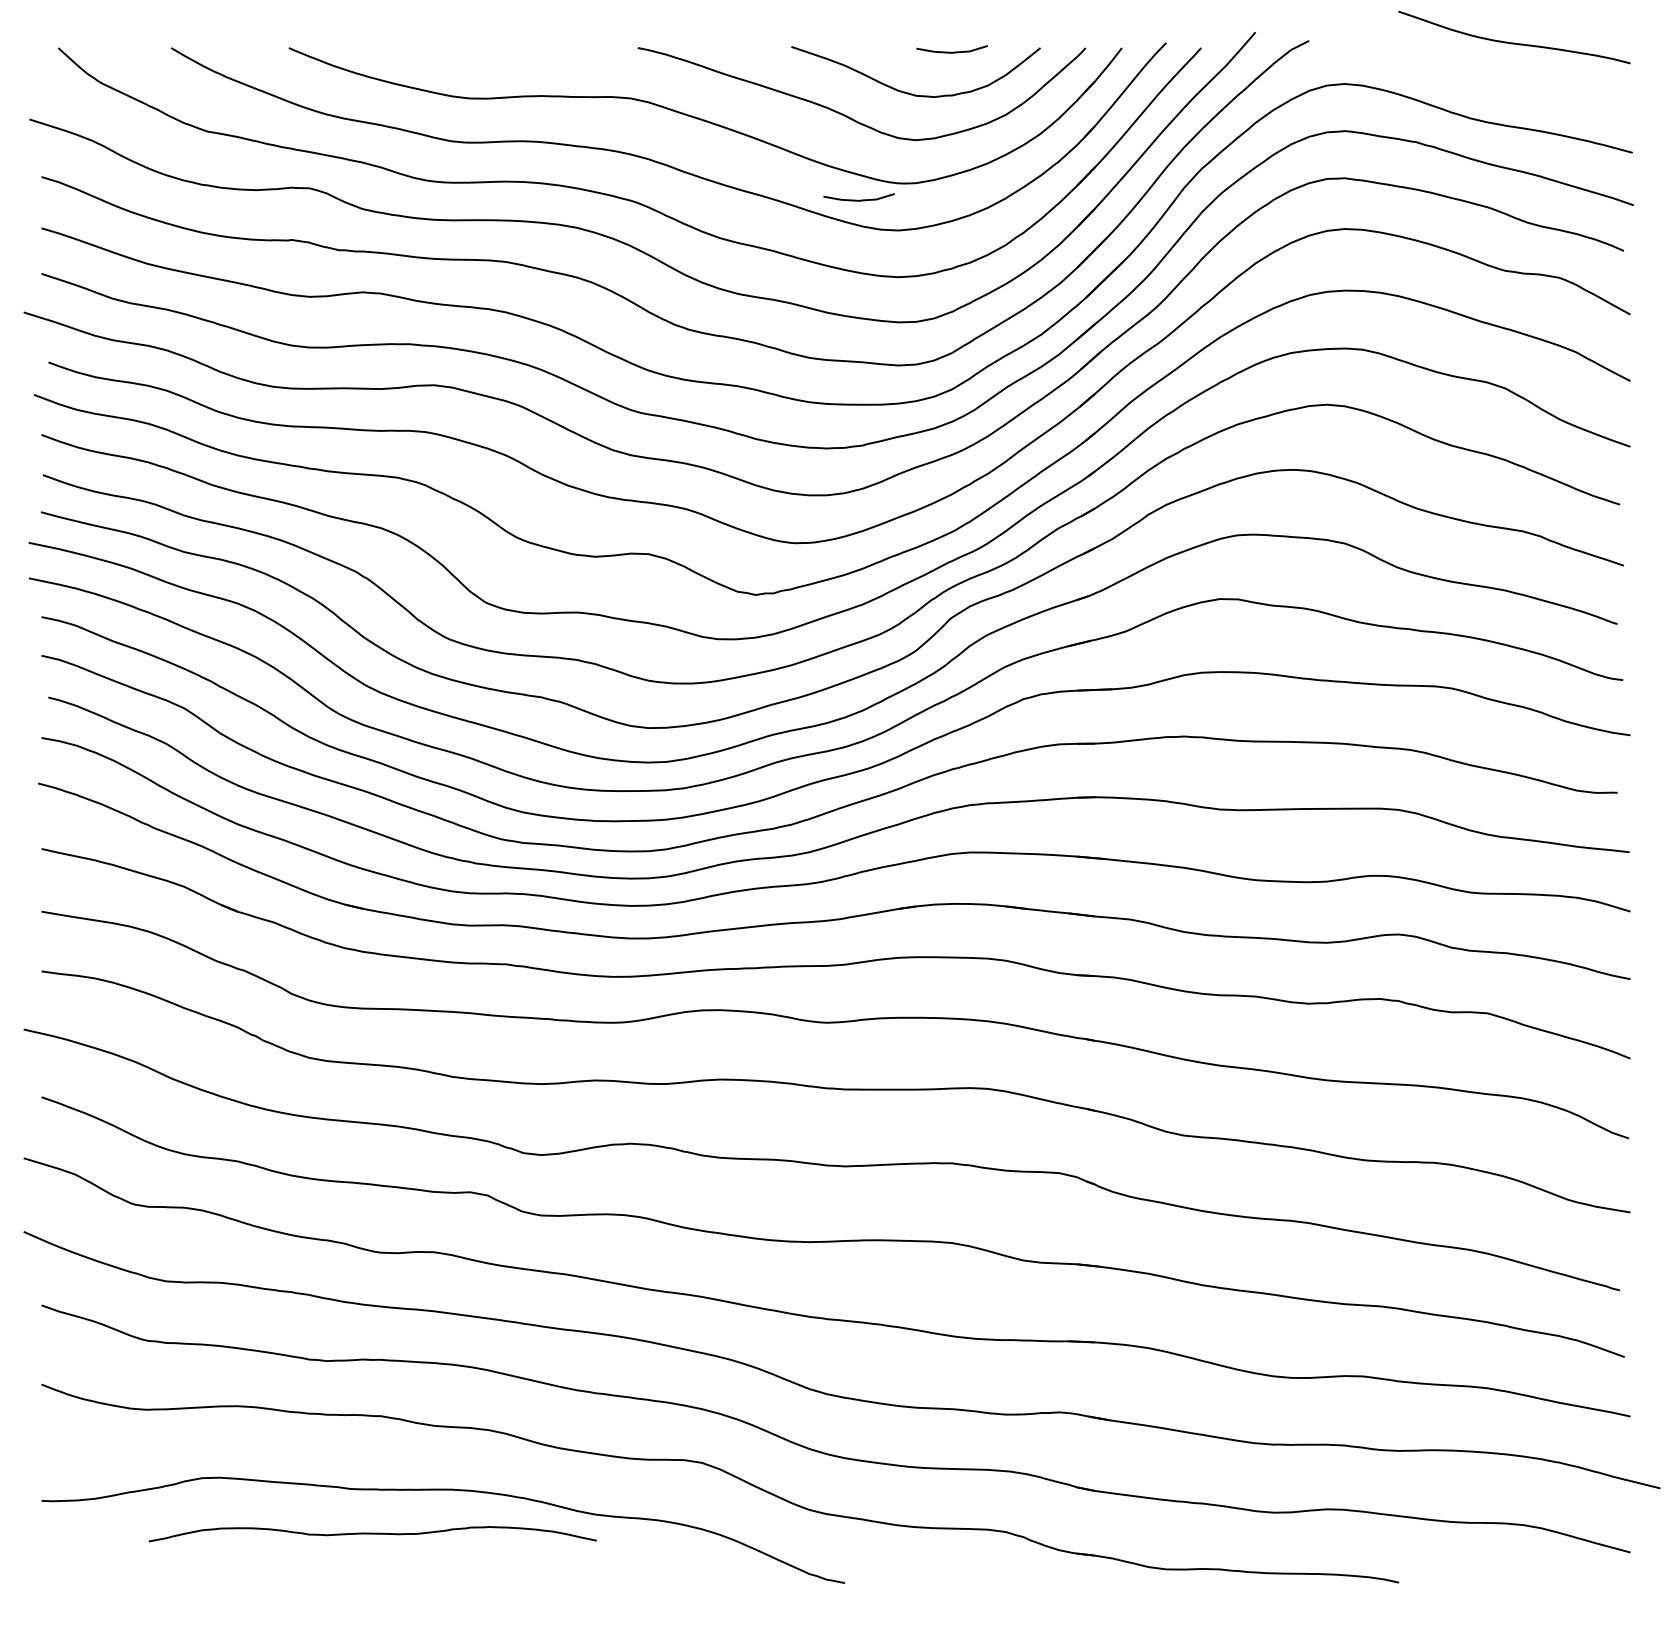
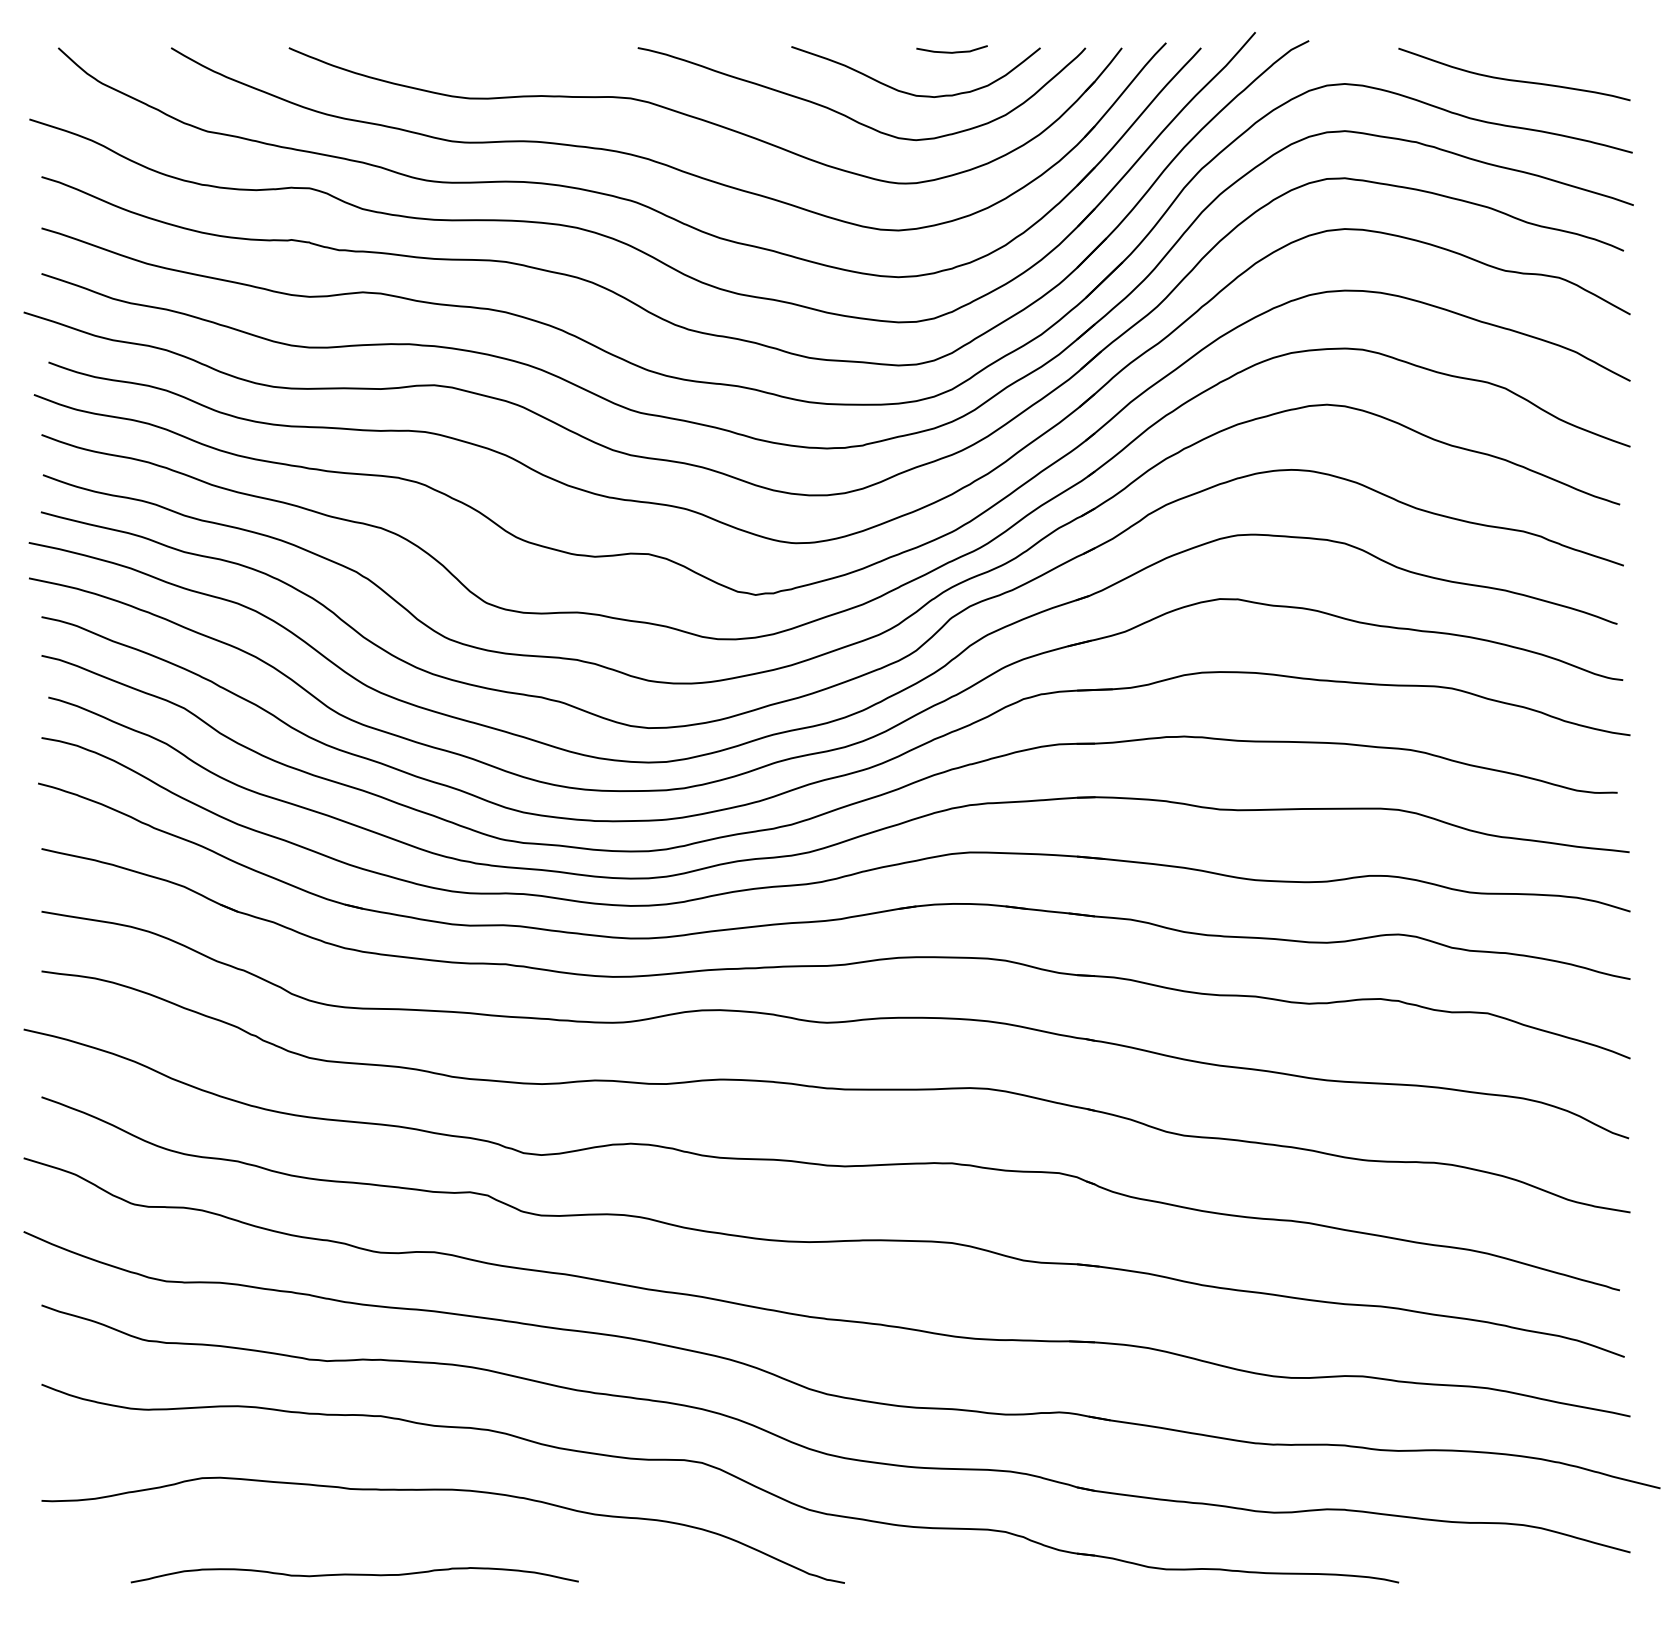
curve at (1514, 42) position: (1514, 42) -> (1514, 79)
curve at (857, 199): present -> none
curve at (372, 1534) position: (372, 1534) -> (354, 1575)
